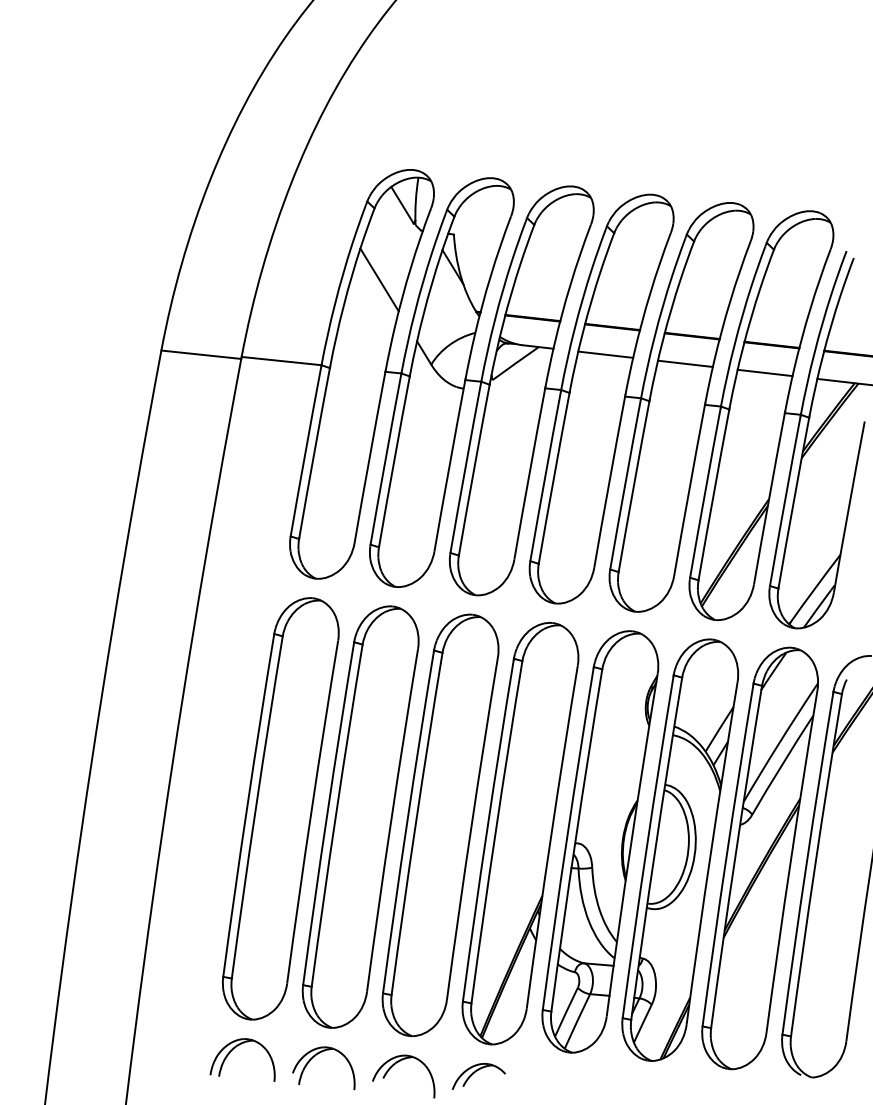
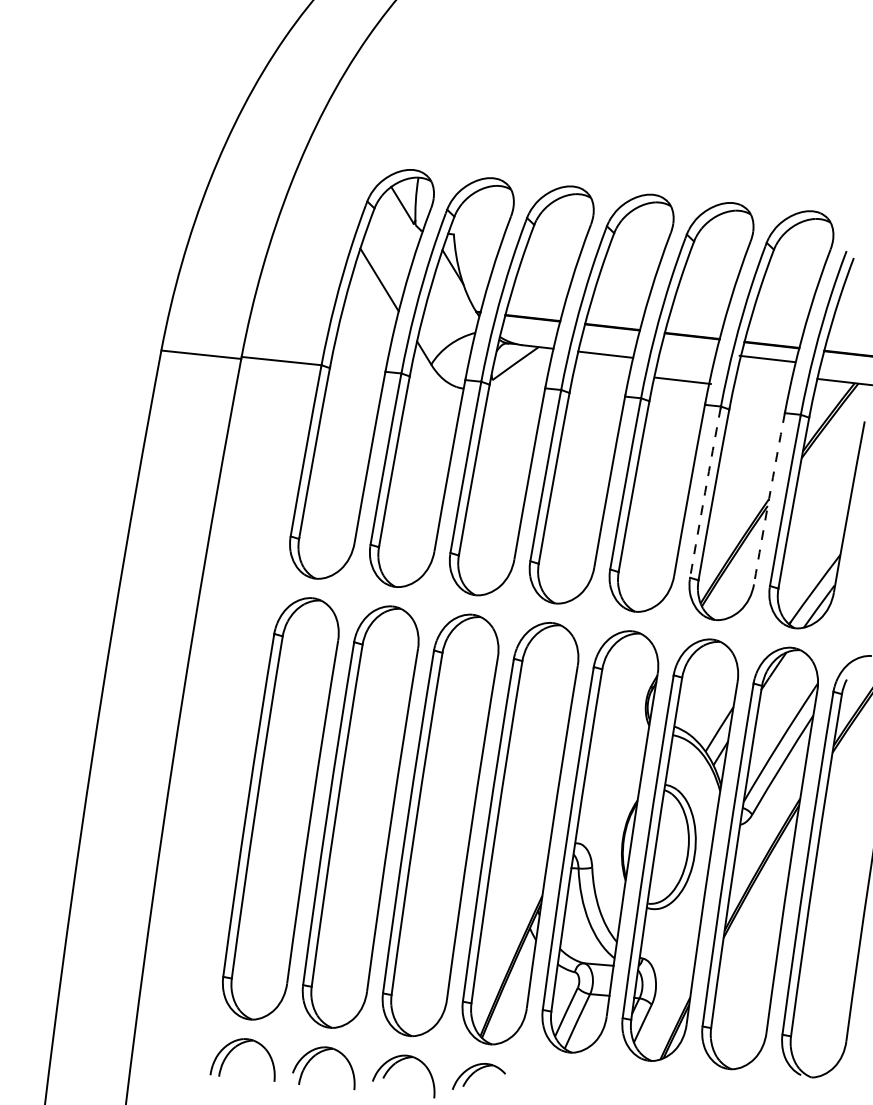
line at (684, 363) position: (684, 363) -> (682, 380)
line at (764, 372) position: (764, 372) -> (766, 358)
arc at (705, 492): solid -> dashed
arc at (769, 498): solid -> dashed
